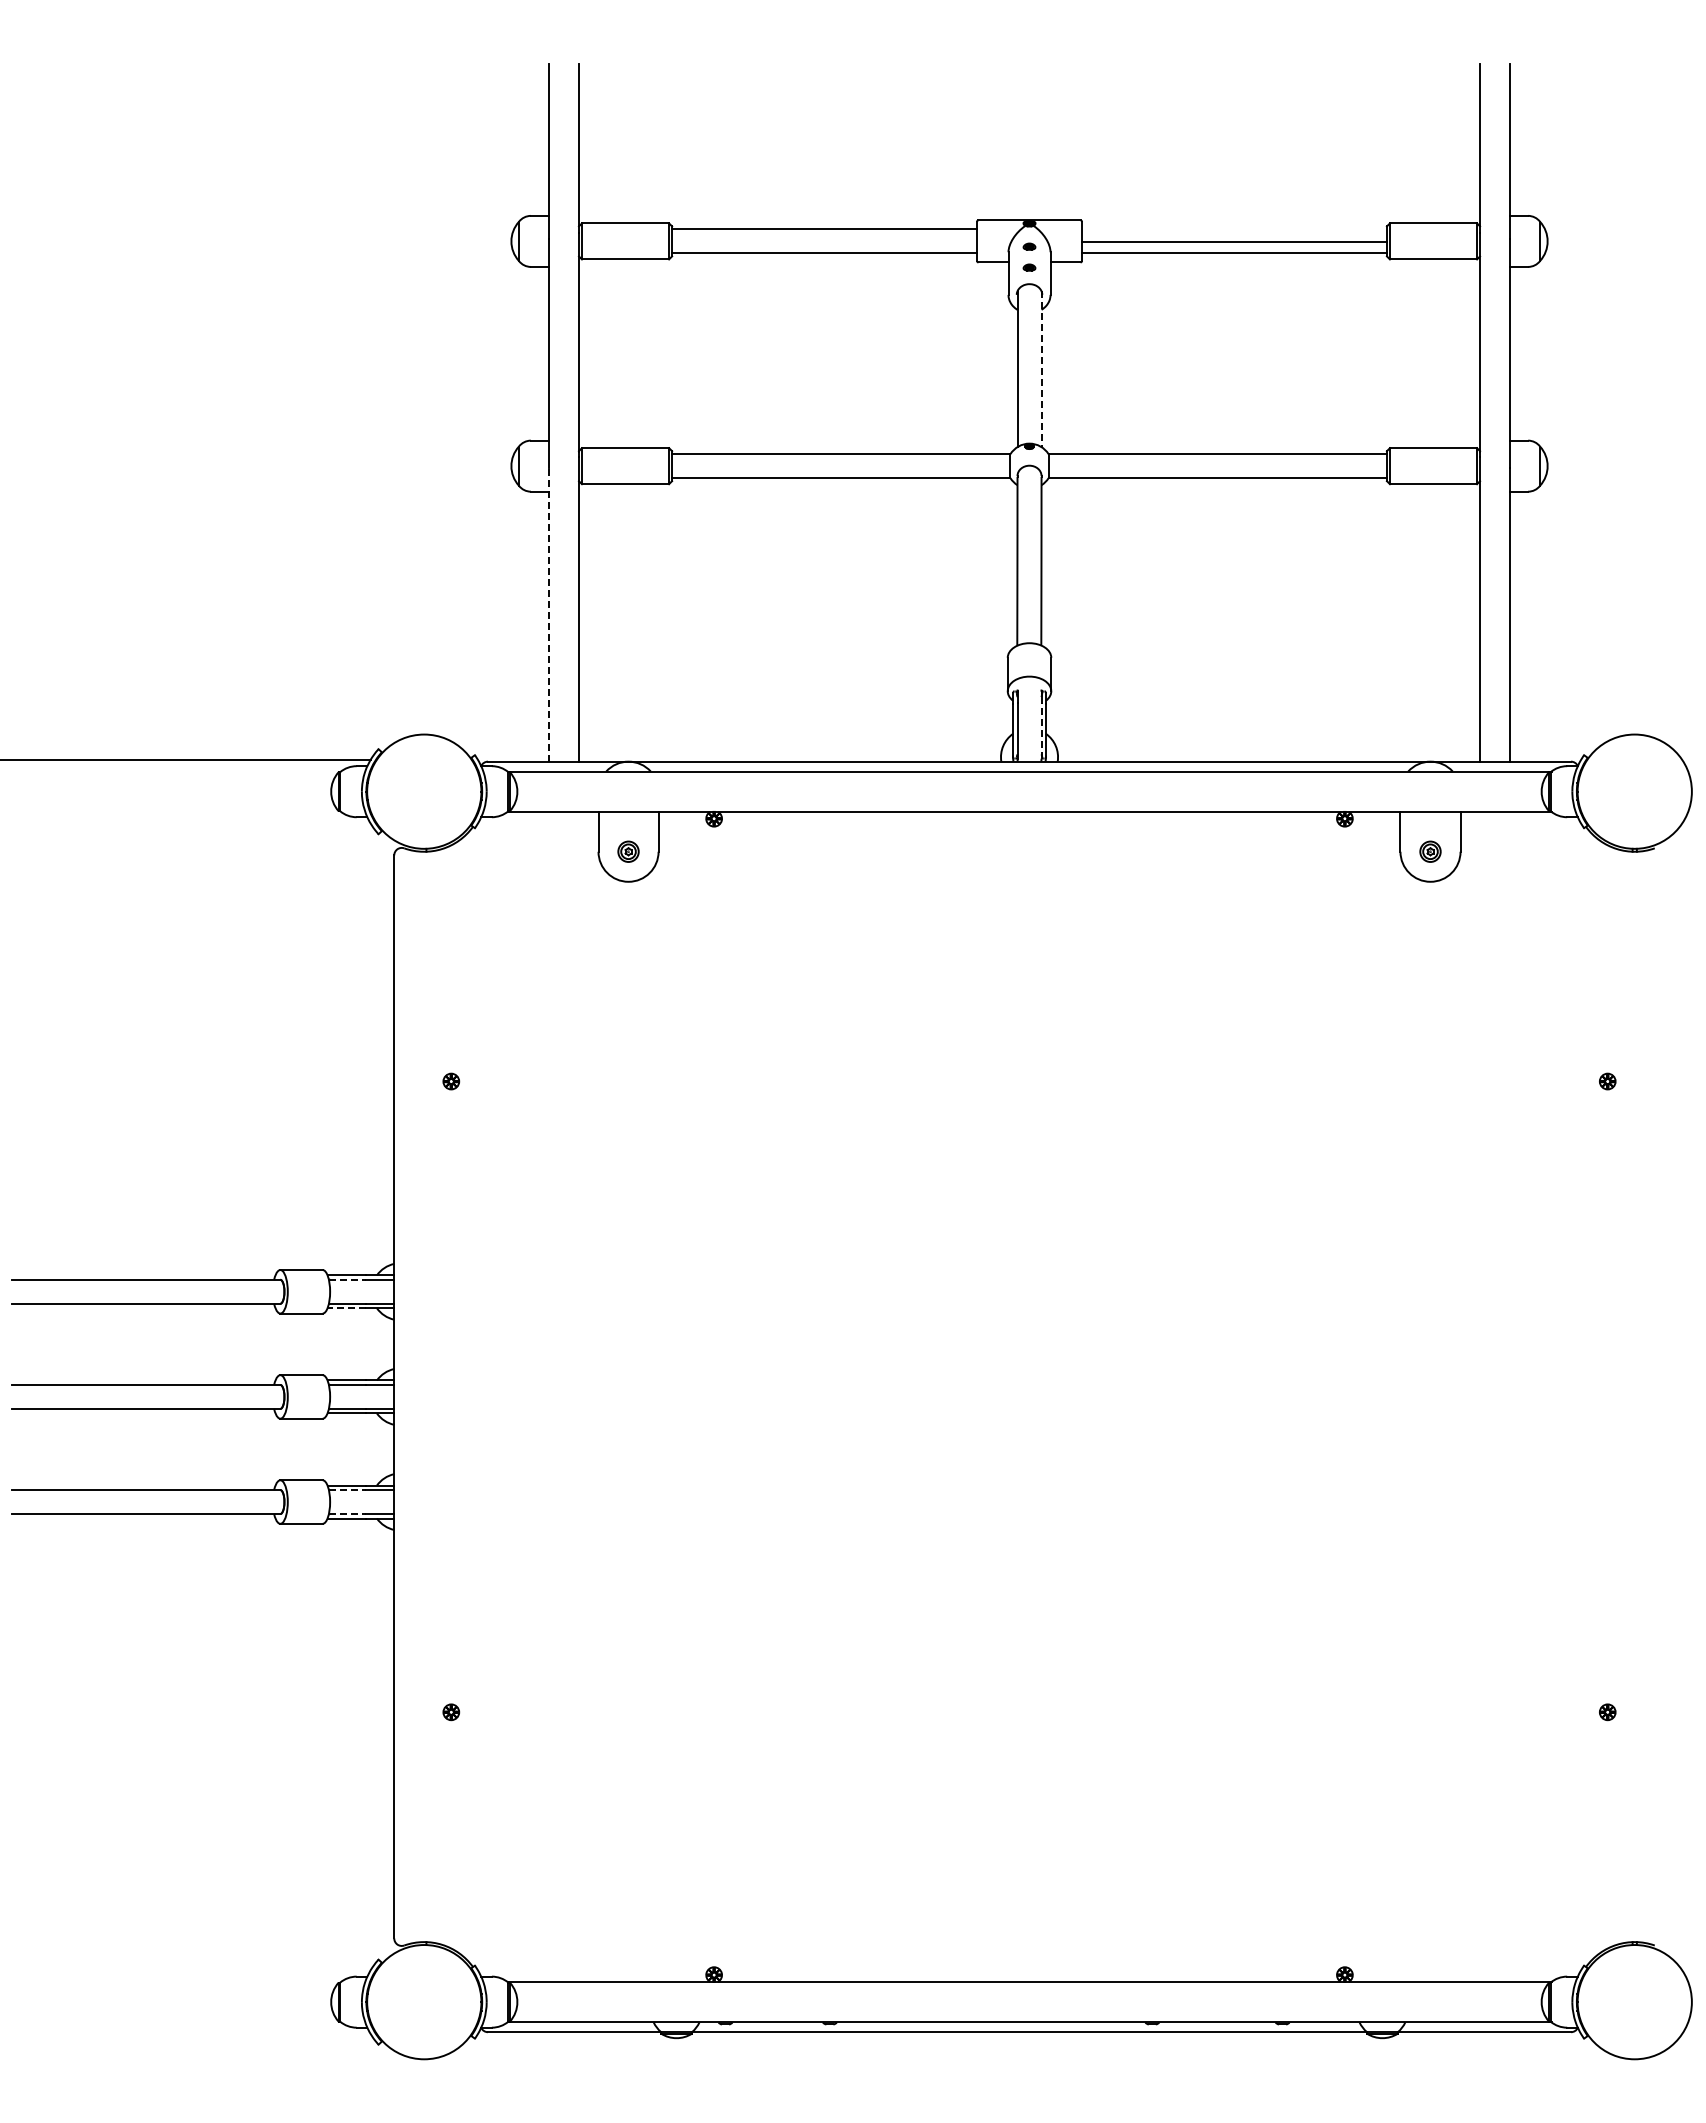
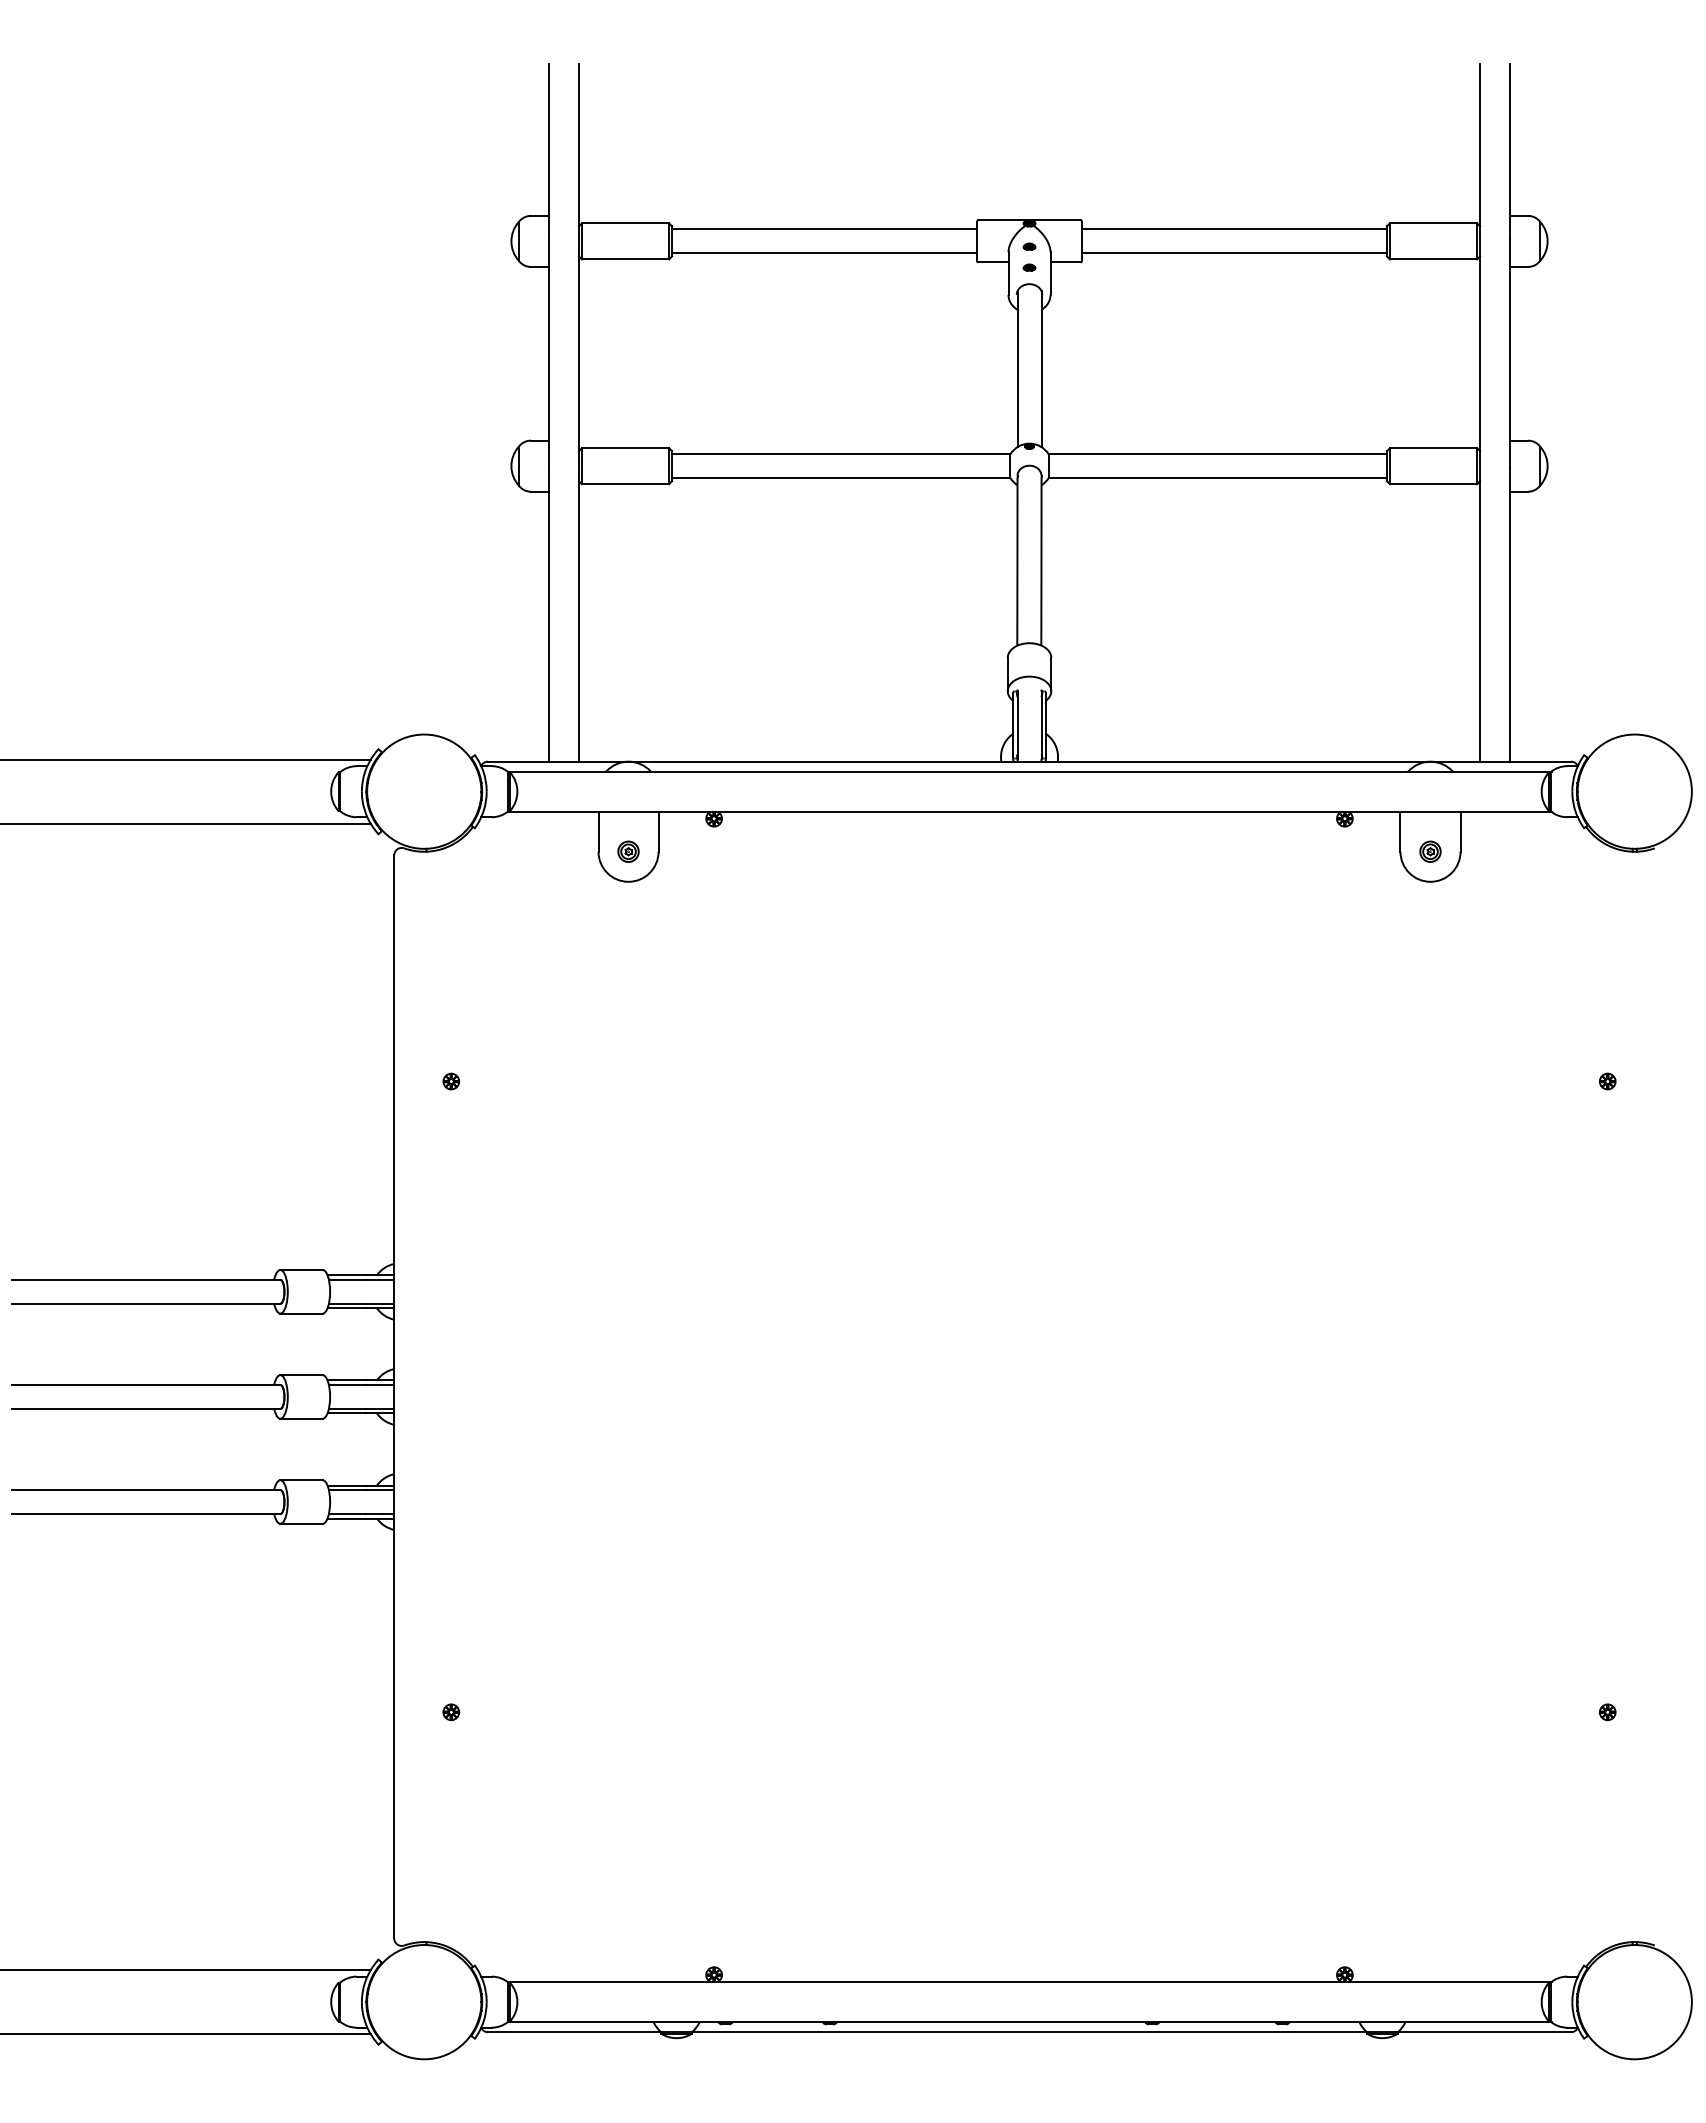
line at (1234, 242) position: (1234, 242) -> (1234, 229)
line at (1041, 369): dashed -> solid
line at (548, 614): dashed -> solid
line at (1041, 730): dashed -> solid
line at (186, 823): none -> present
line at (347, 1279): dashed -> solid
line at (346, 1308): dashed -> solid
line at (347, 1490): dashed -> solid
line at (347, 1514): dashed -> solid
line at (186, 1970): none -> present
line at (186, 2034): none -> present
